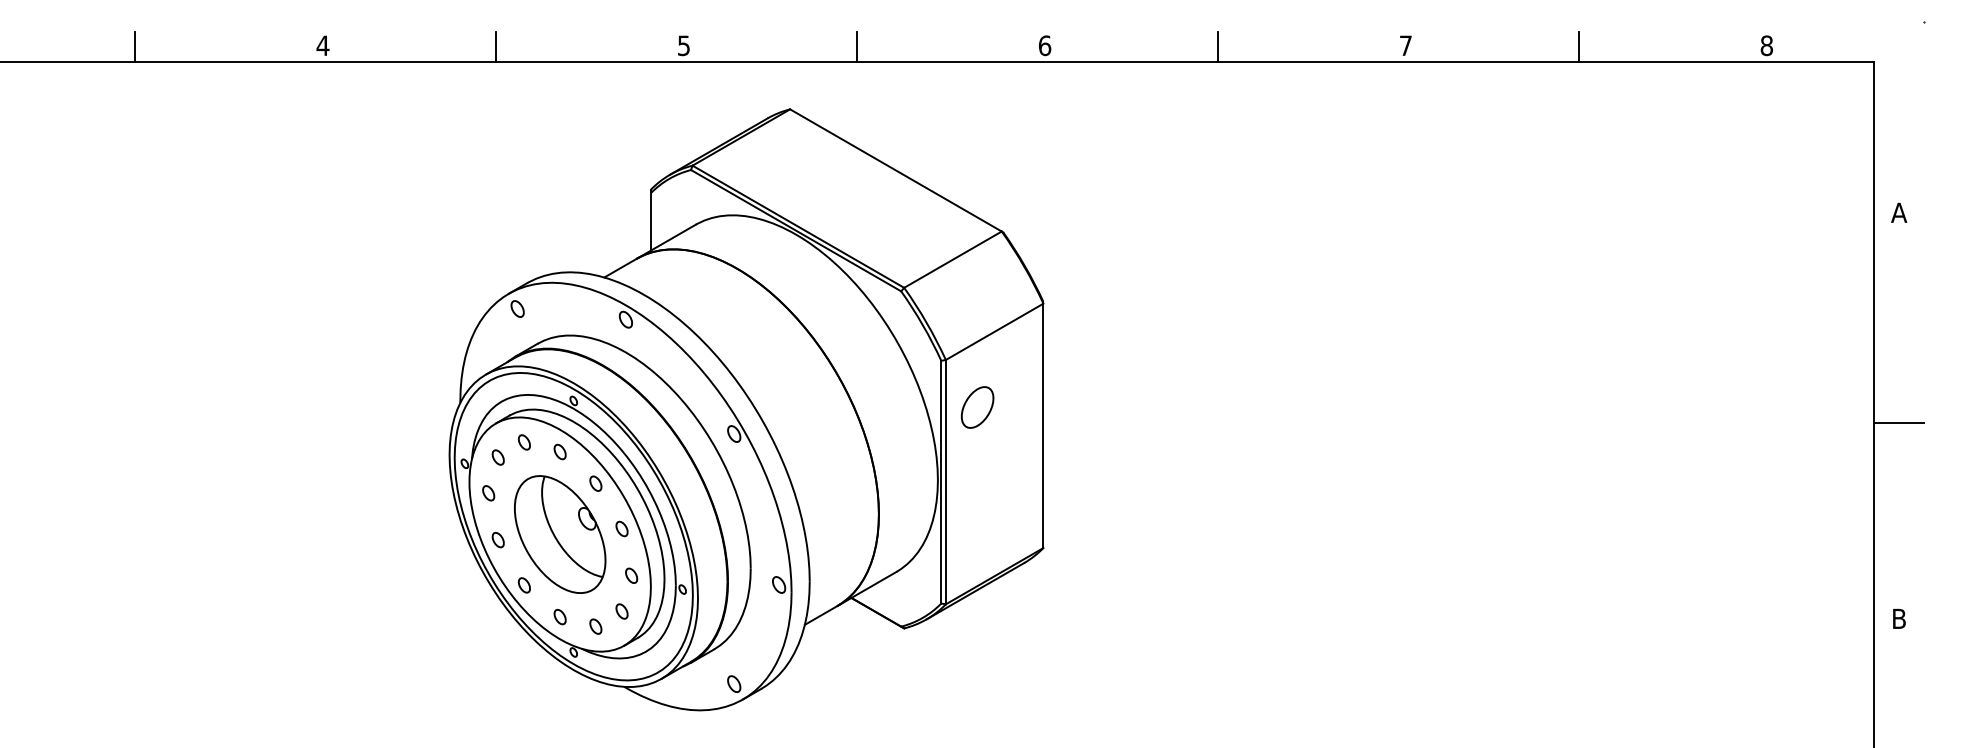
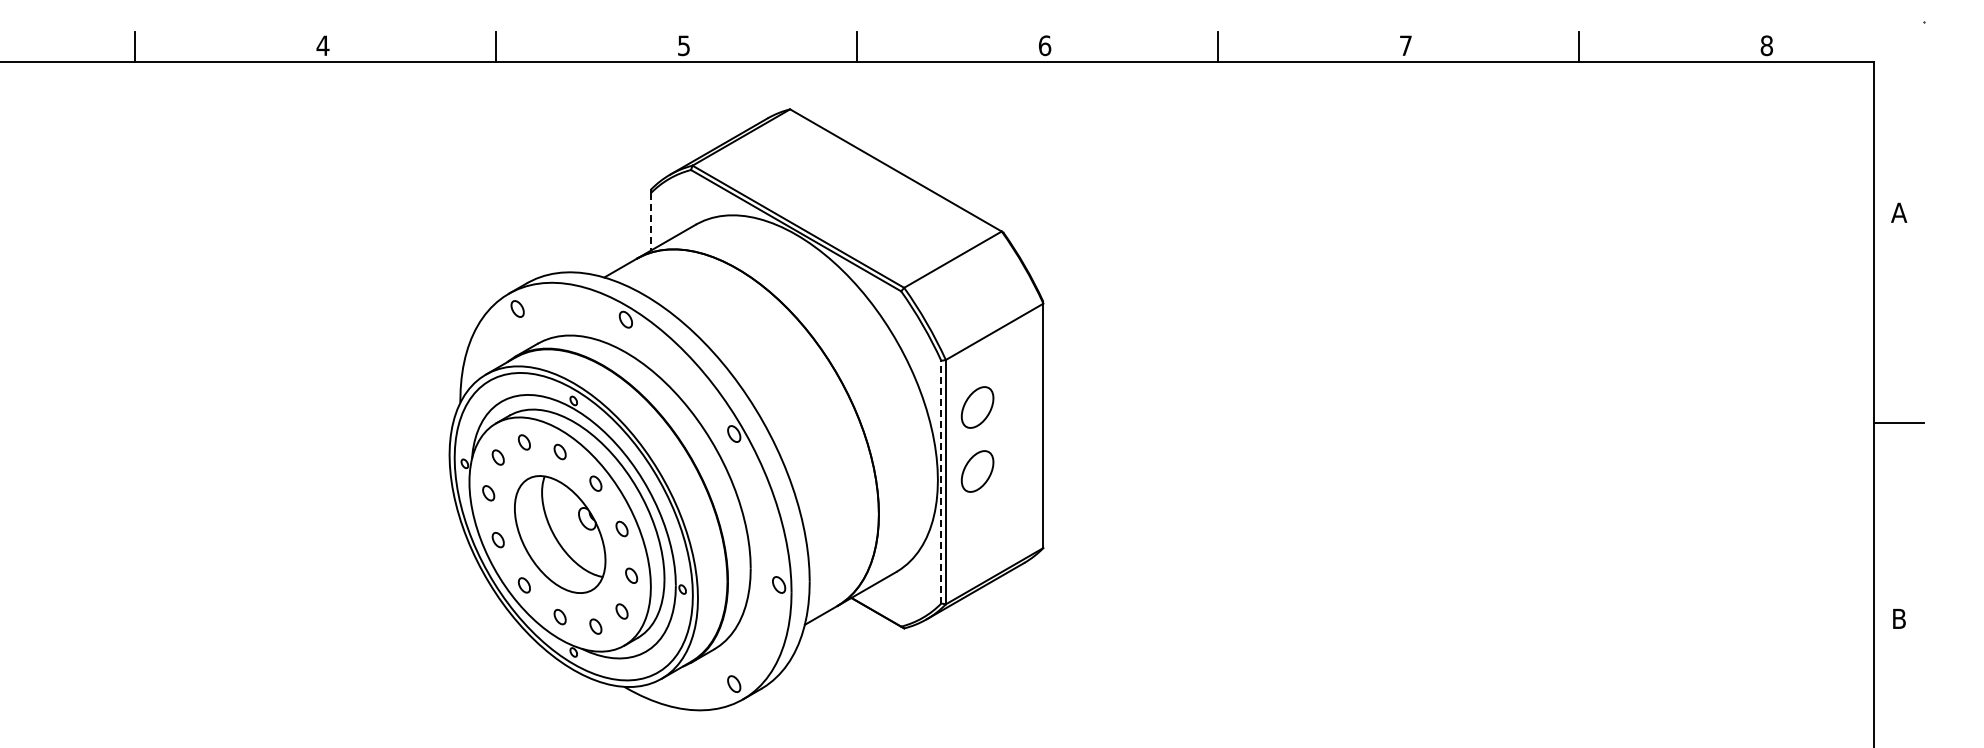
line at (650, 221): solid -> dashed
part at (977, 471): none -> present
line at (941, 481): solid -> dashed
